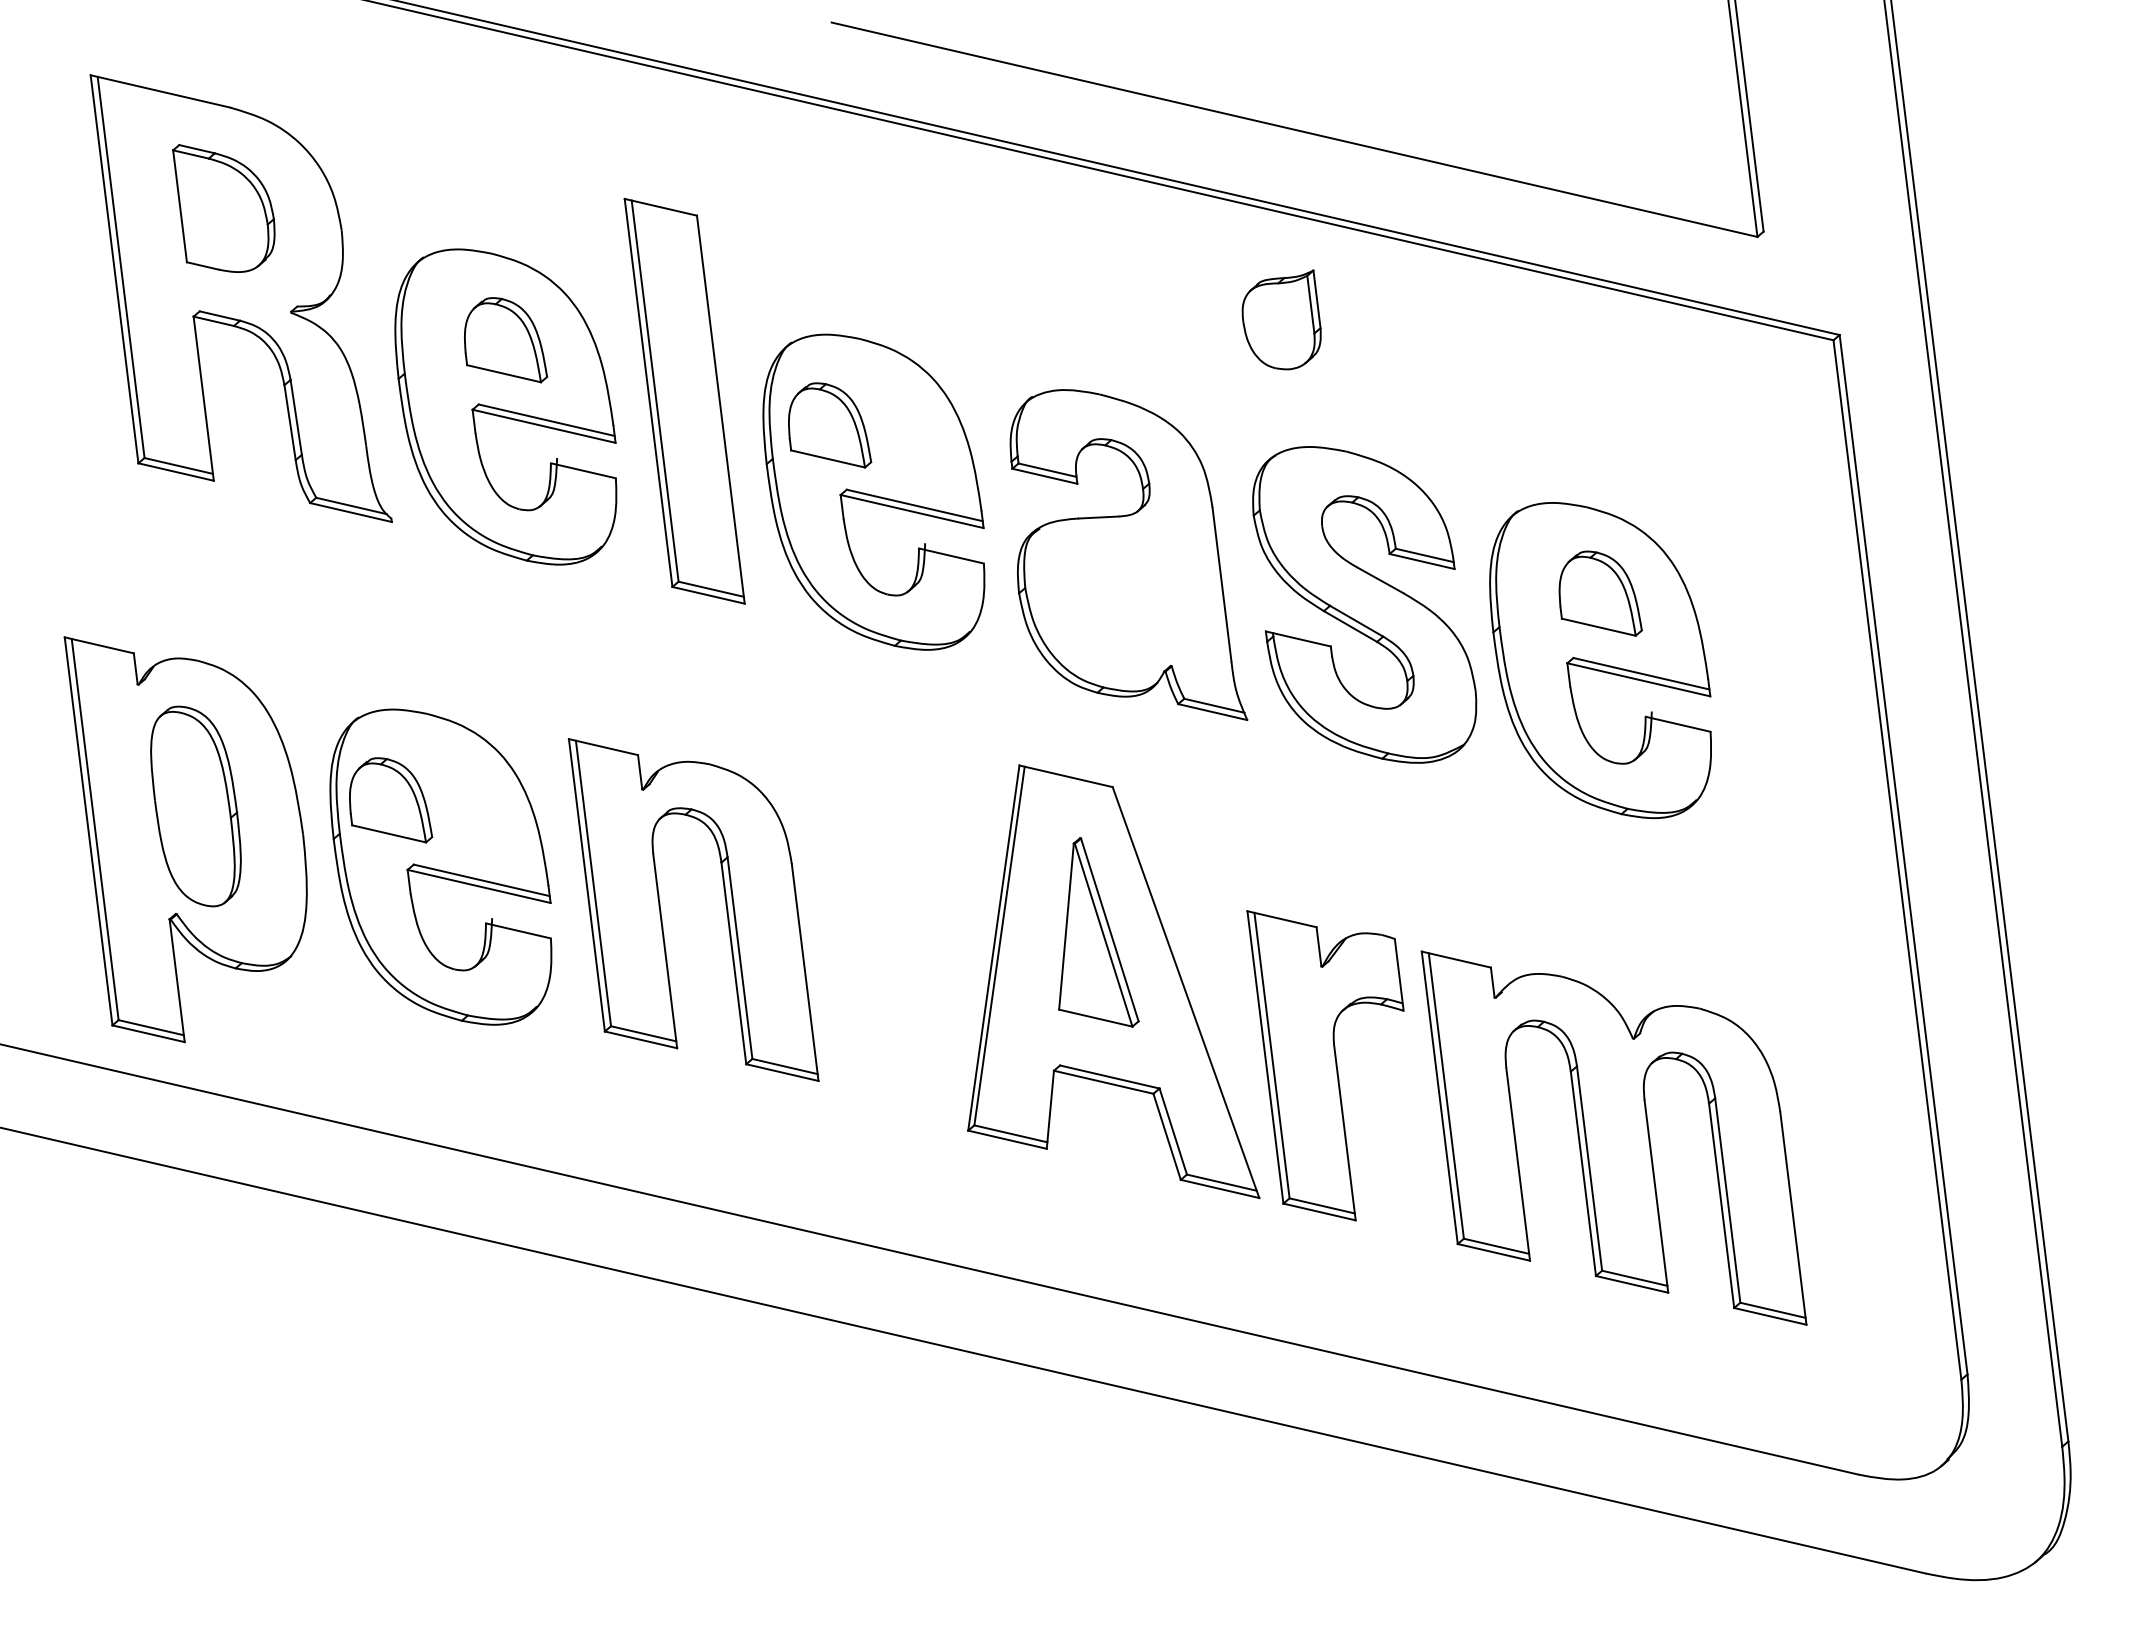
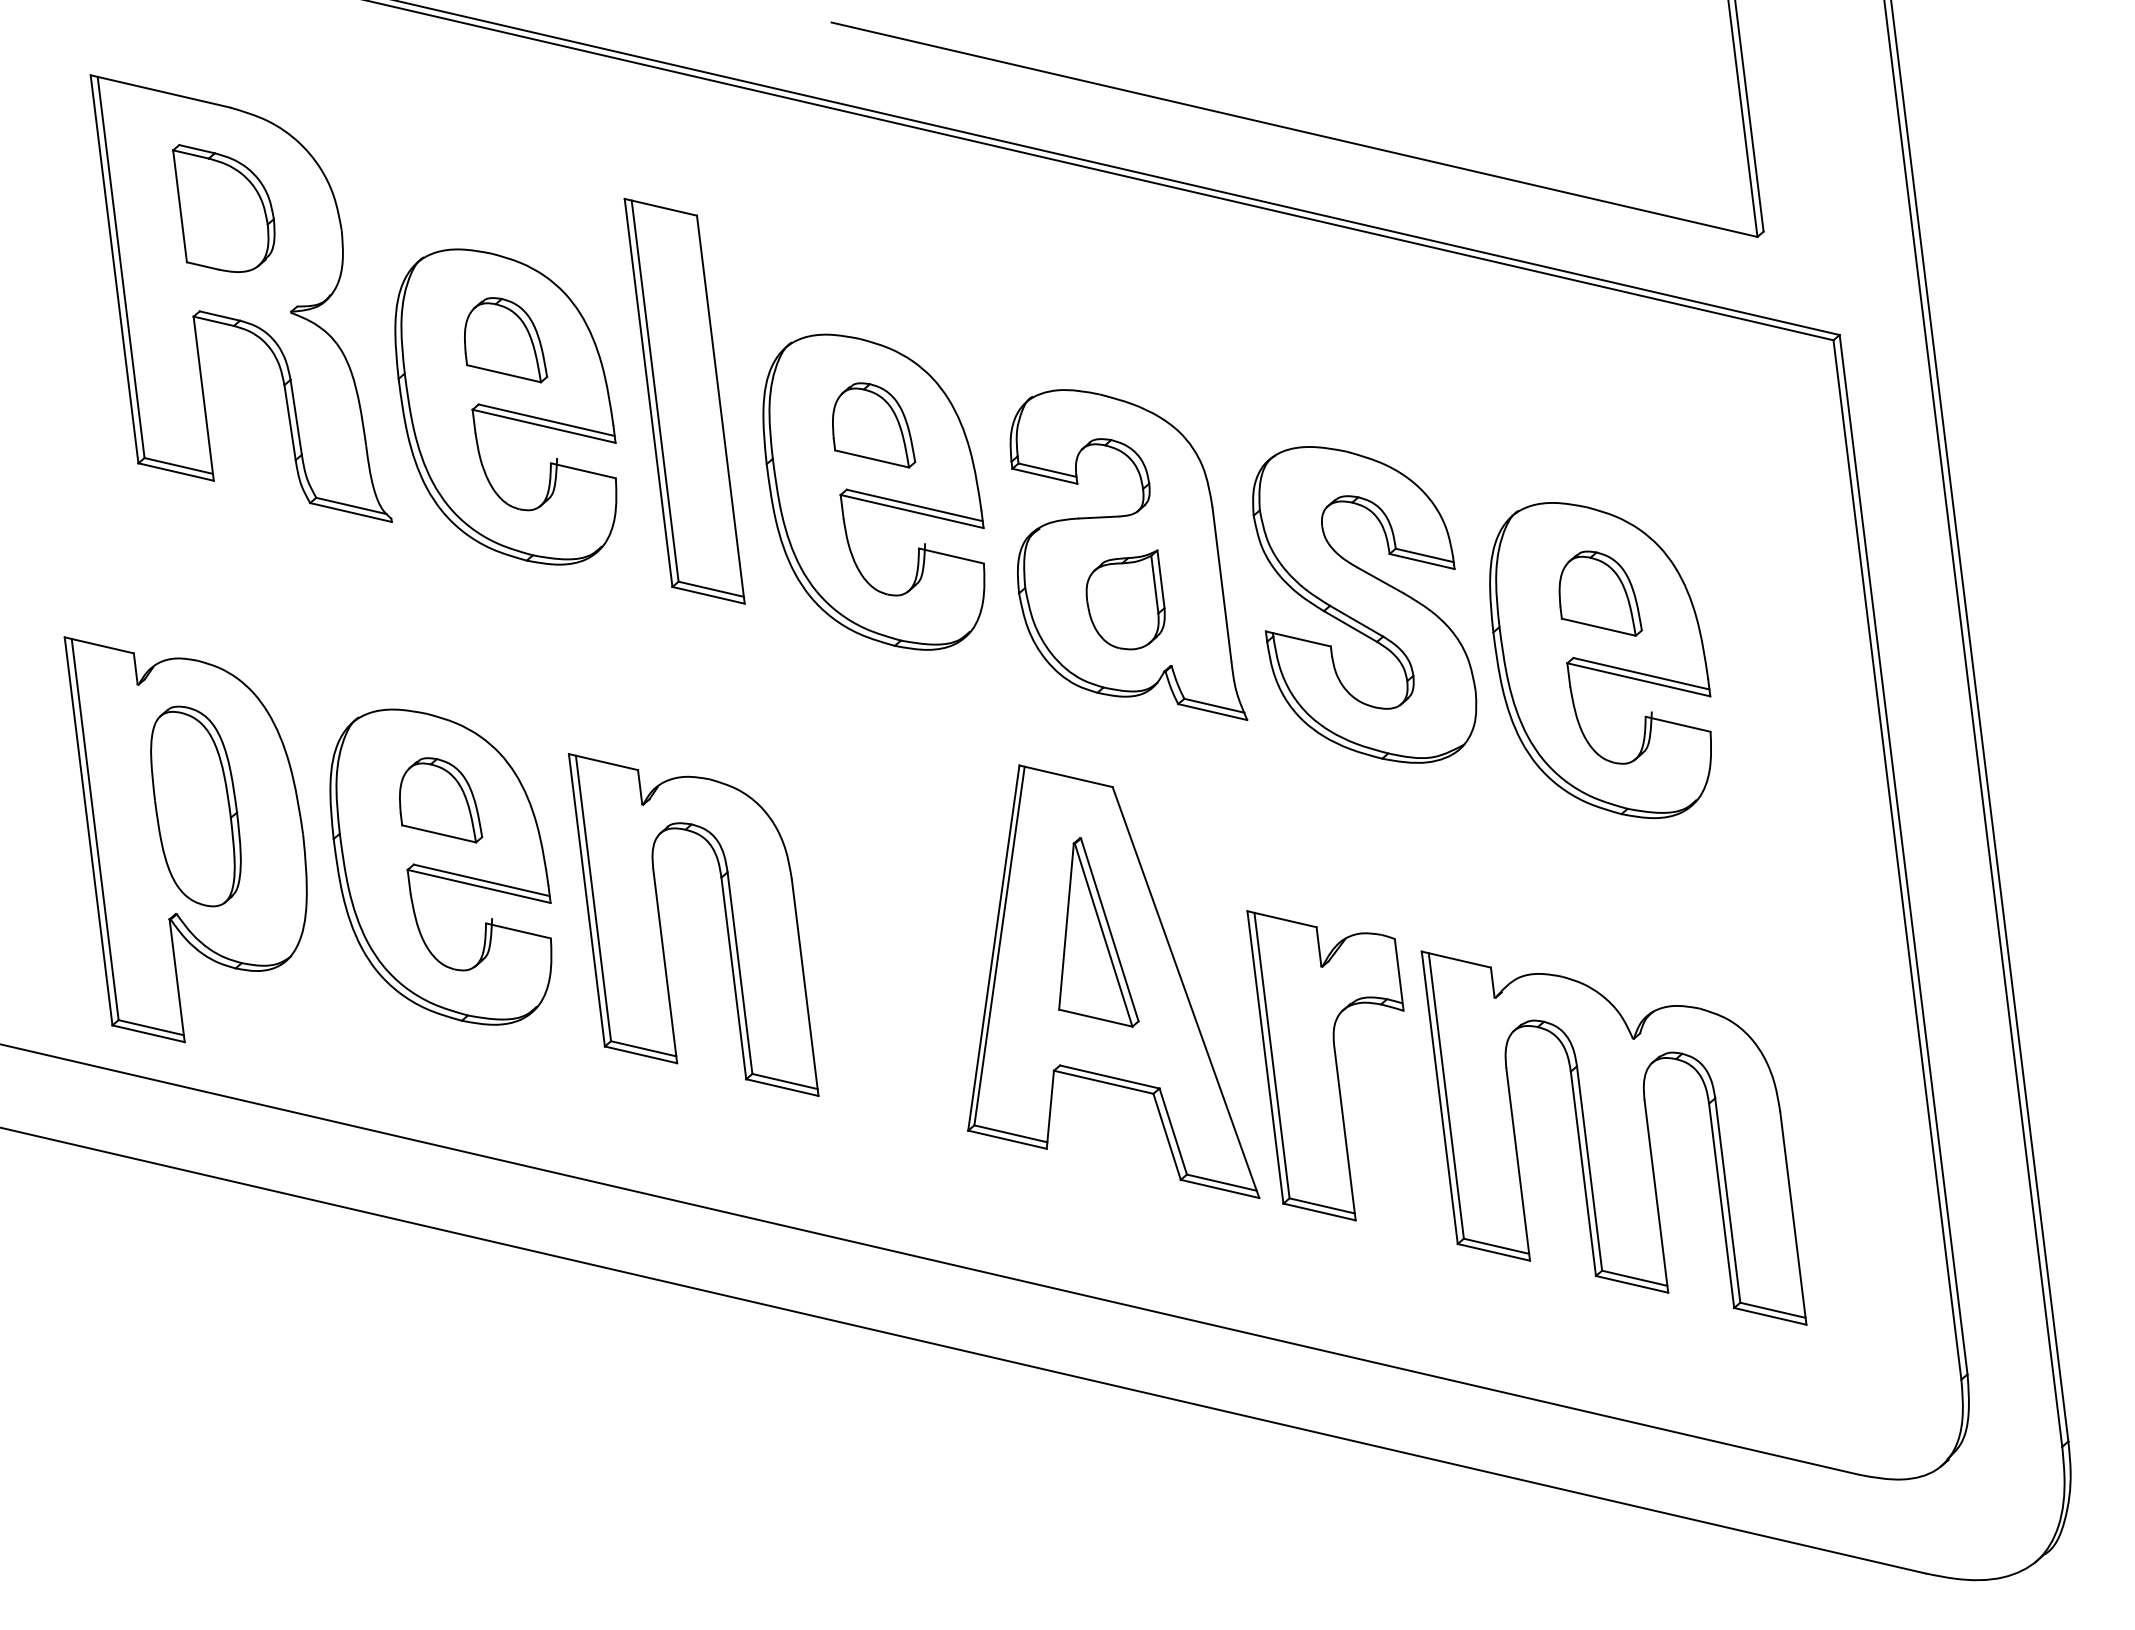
part at (1281, 319) position: (1281, 319) -> (1125, 599)
part at (830, 425) position: (830, 425) -> (874, 425)
part at (391, 800) position: (391, 800) -> (441, 800)
part at (661, 910) position: (661, 910) -> (661, 925)
